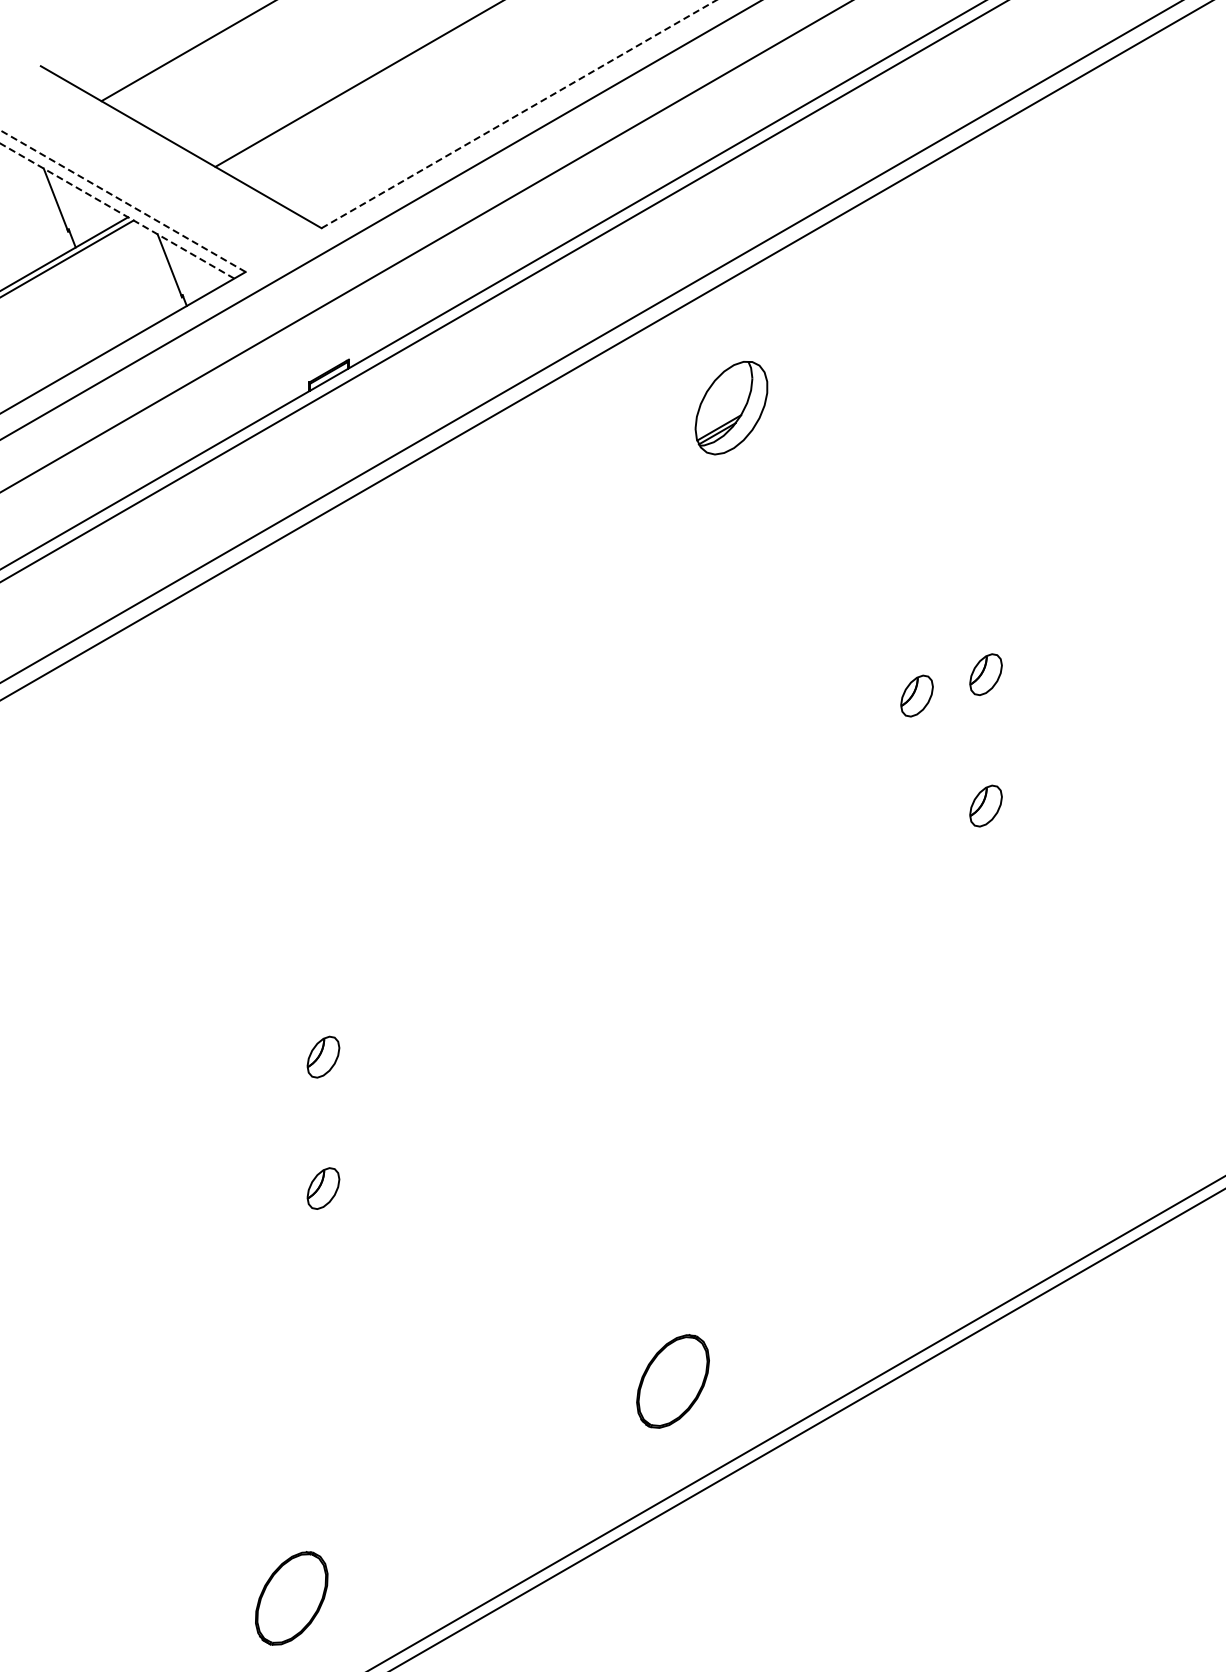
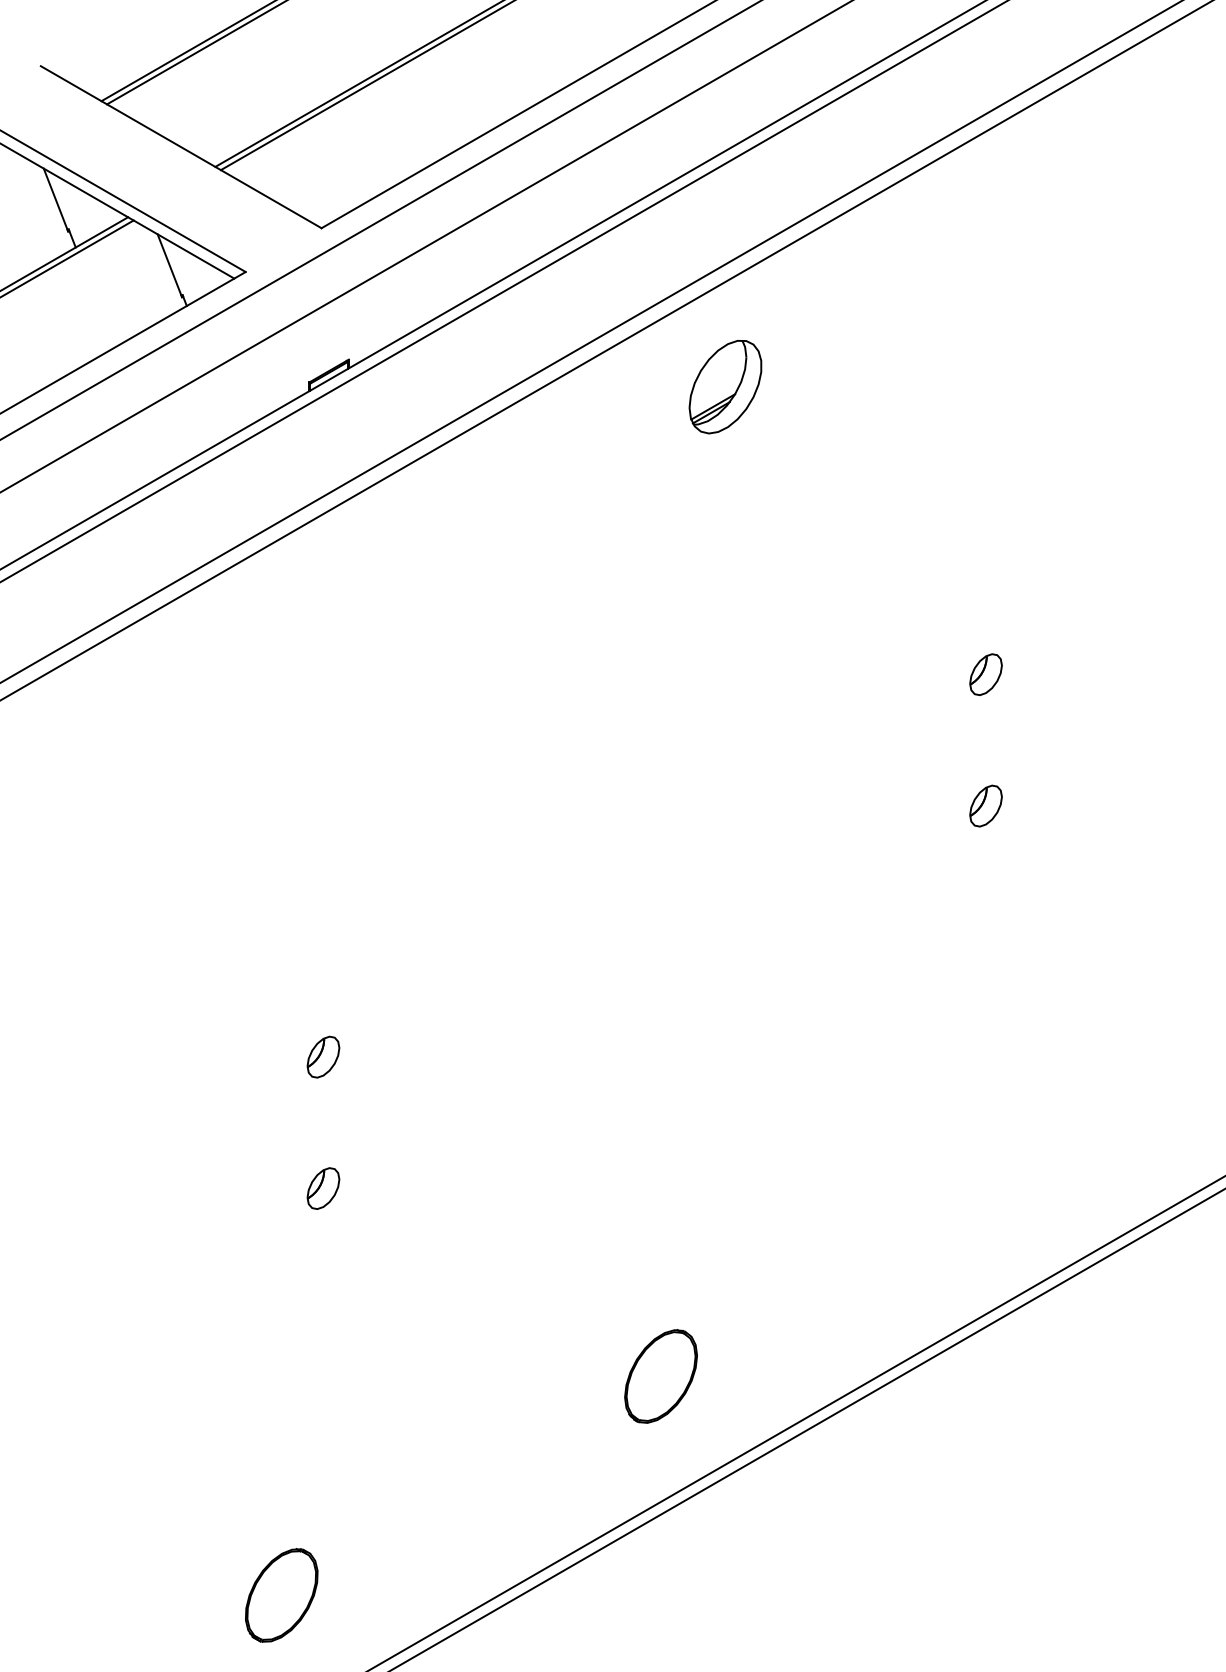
line at (195, 53): none -> present
line at (365, 86): none -> present
line at (519, 114): dashed -> solid
line at (123, 201): dashed -> solid
line at (117, 211): dashed -> solid
part at (731, 408) position: (731, 408) -> (725, 387)
part at (916, 695): present -> none
part at (672, 1381) position: (672, 1381) -> (660, 1376)
part at (291, 1598) position: (291, 1598) -> (281, 1595)
